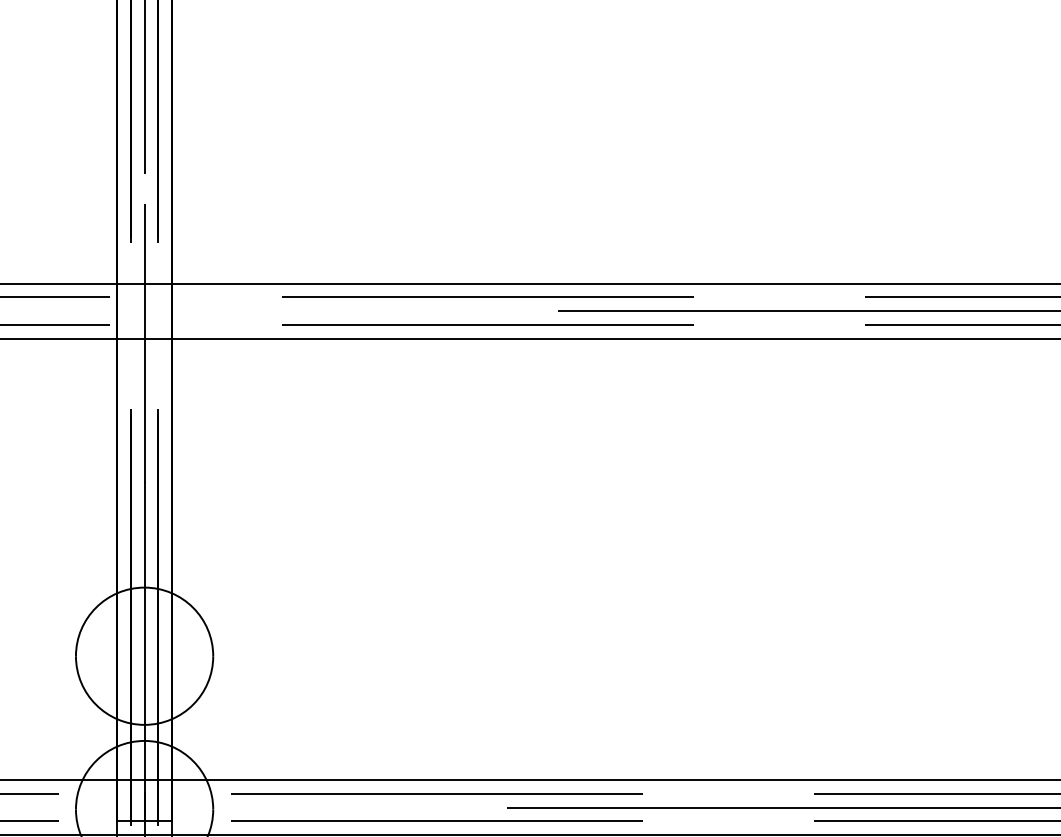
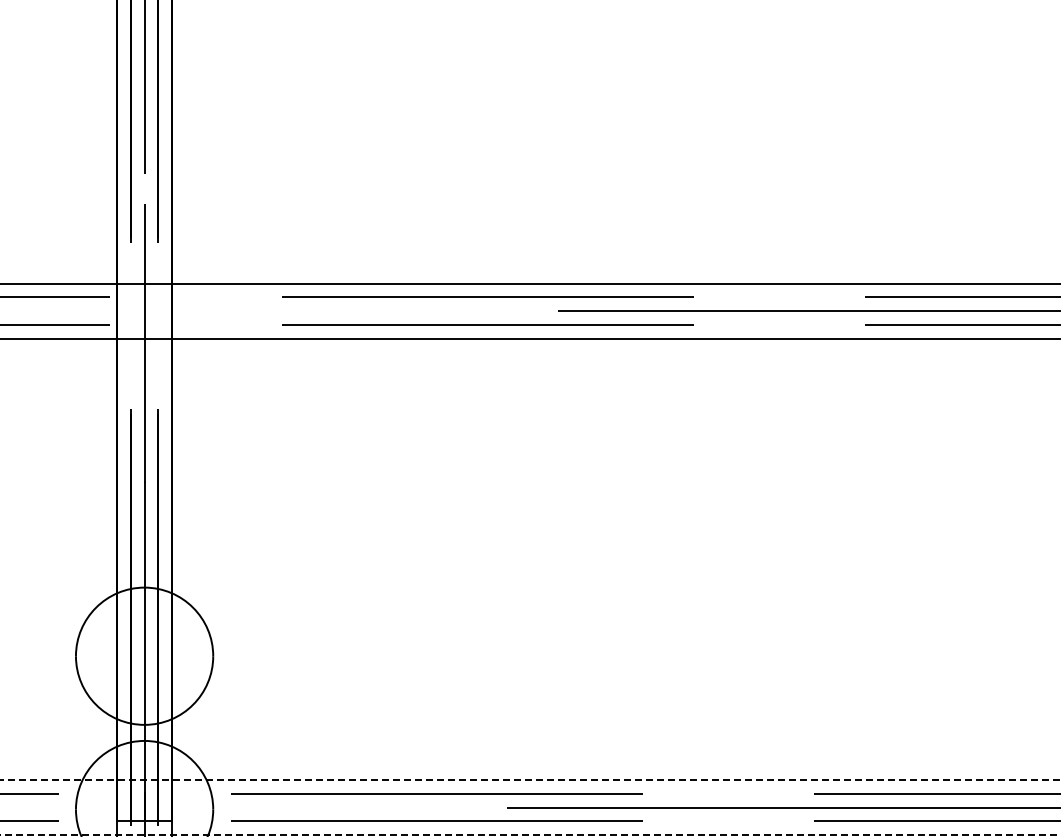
line at (530, 780): solid -> dashed
line at (530, 835): solid -> dashed
